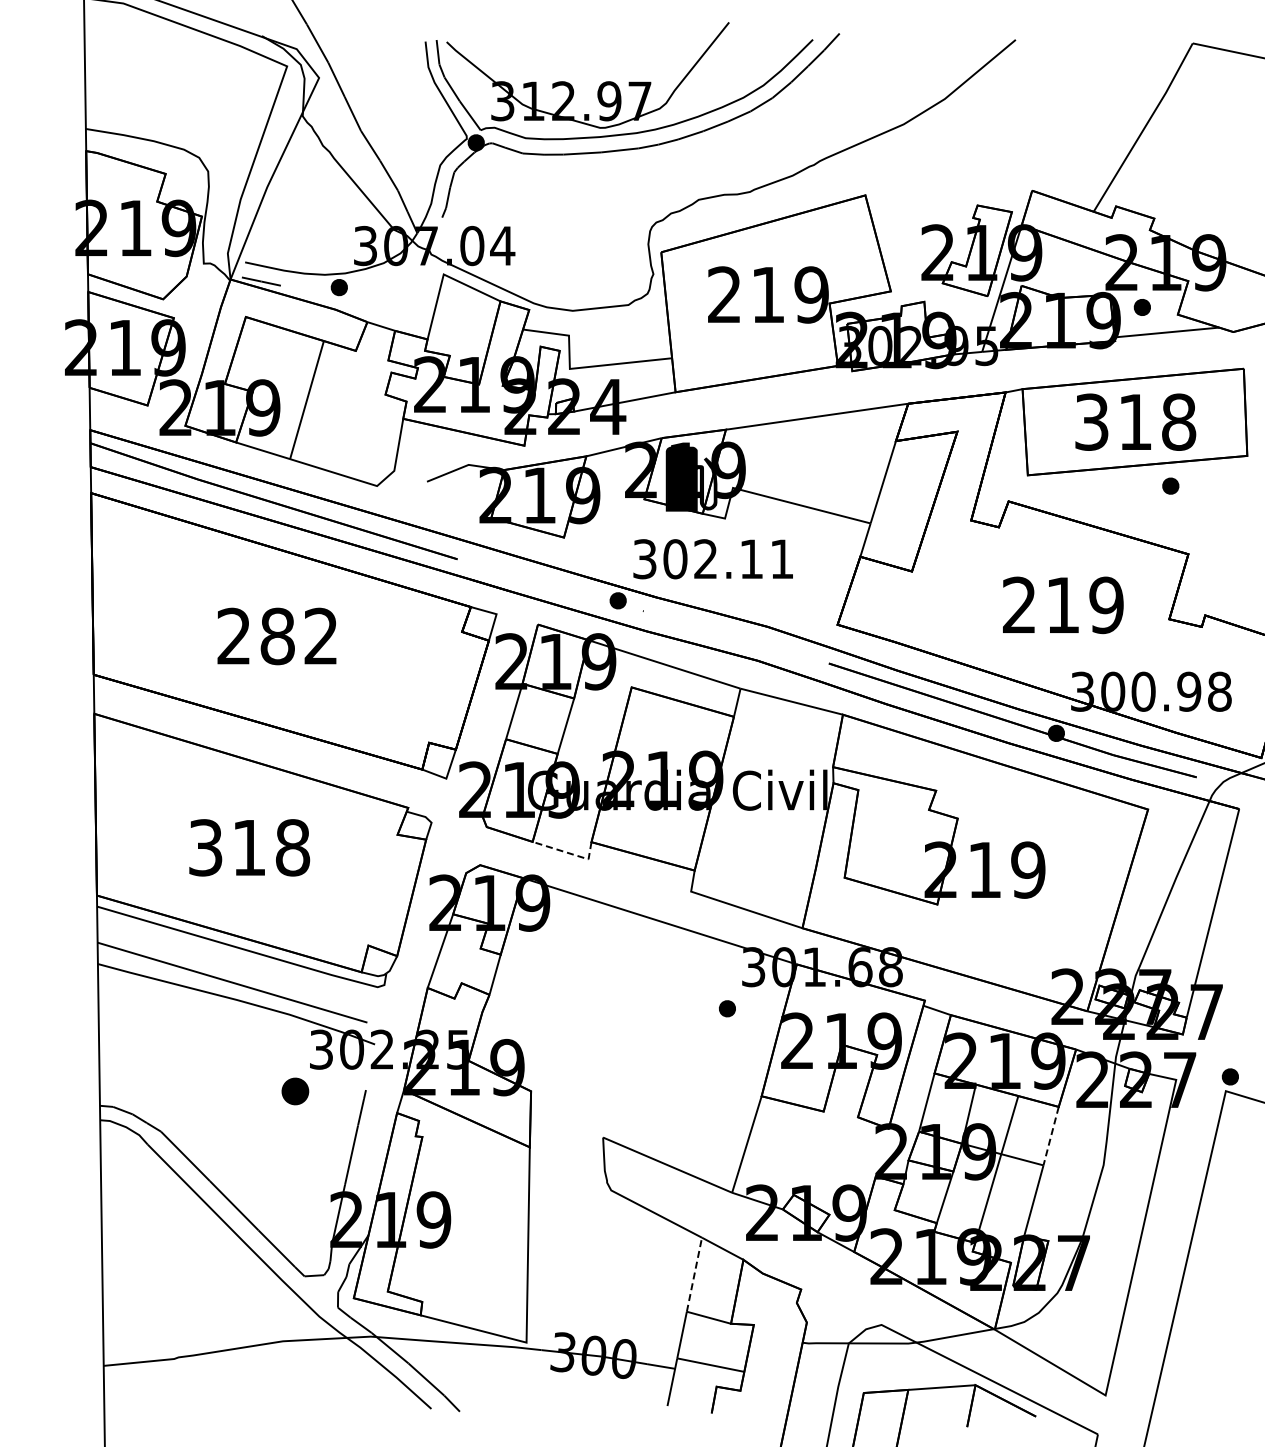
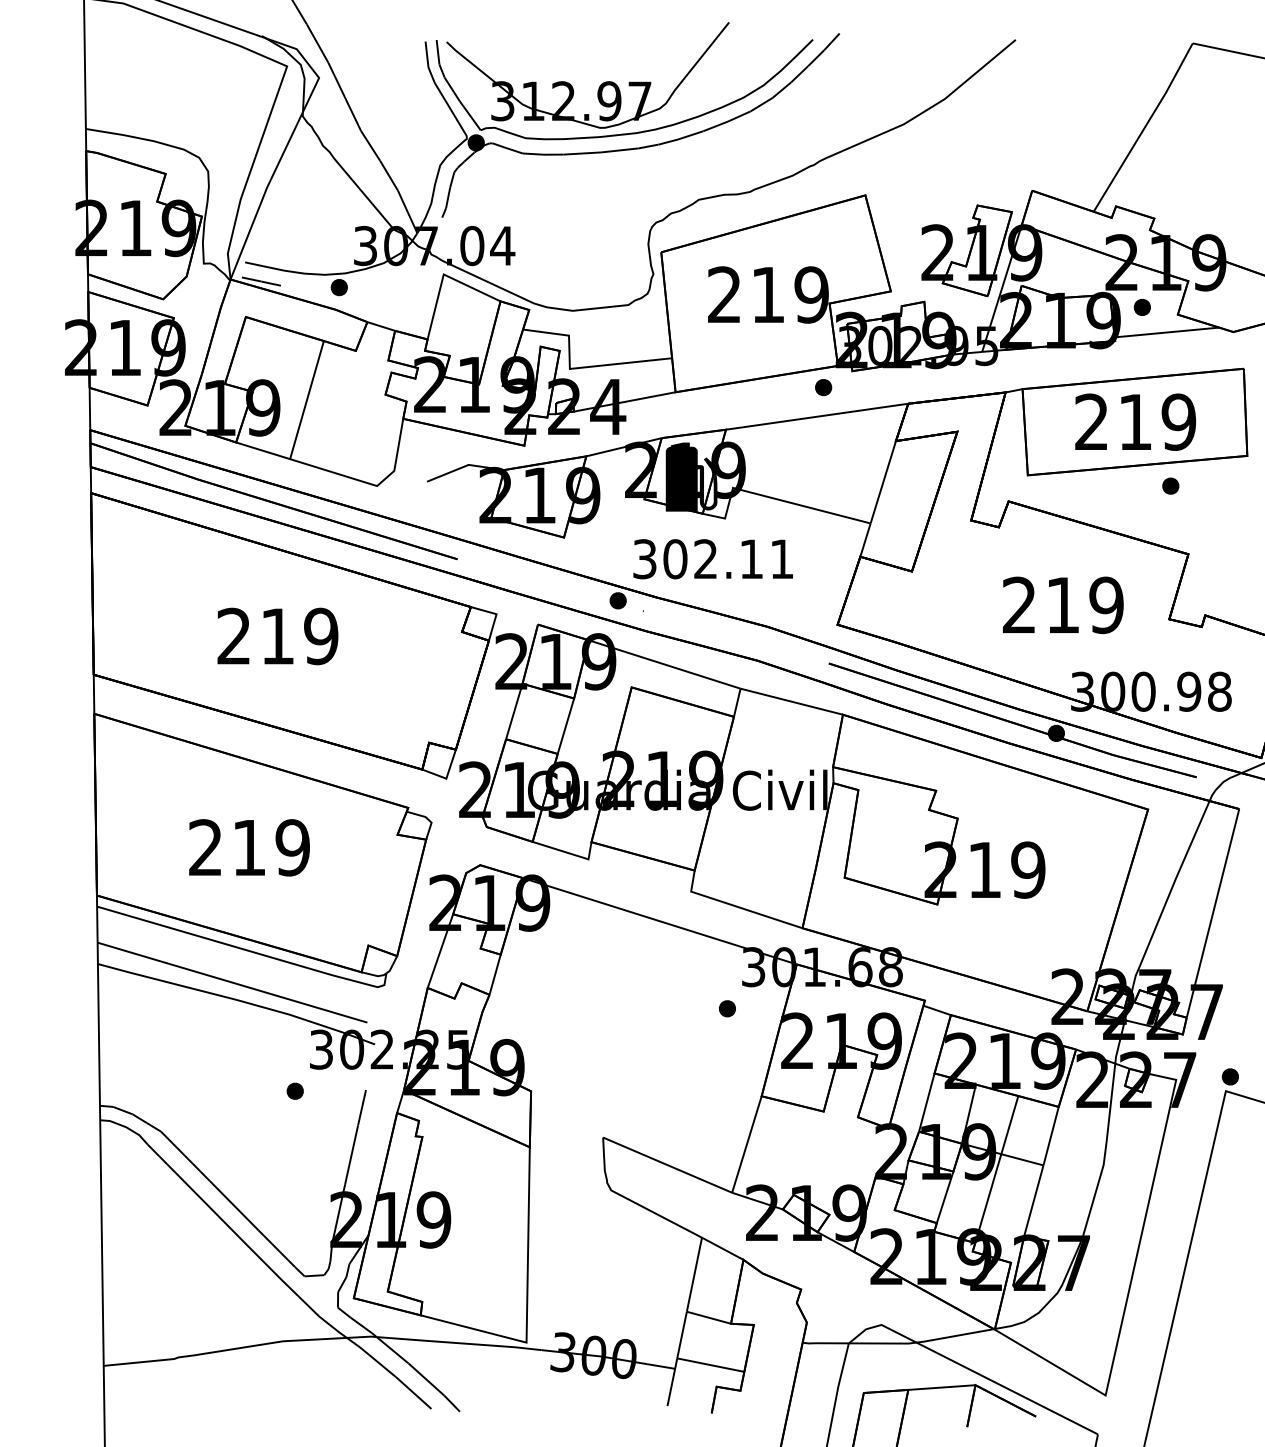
part at (823, 387): none -> present
text at (1135, 421): 318 -> 219
text at (299, 636): 282 -> 219
text at (249, 847): 318 -> 219
line at (569, 853): dashed -> solid
part at (295, 1091) size: 29x29 px -> 18x18 px
line at (1051, 1136): dashed -> solid
line at (694, 1274): dashed -> solid
